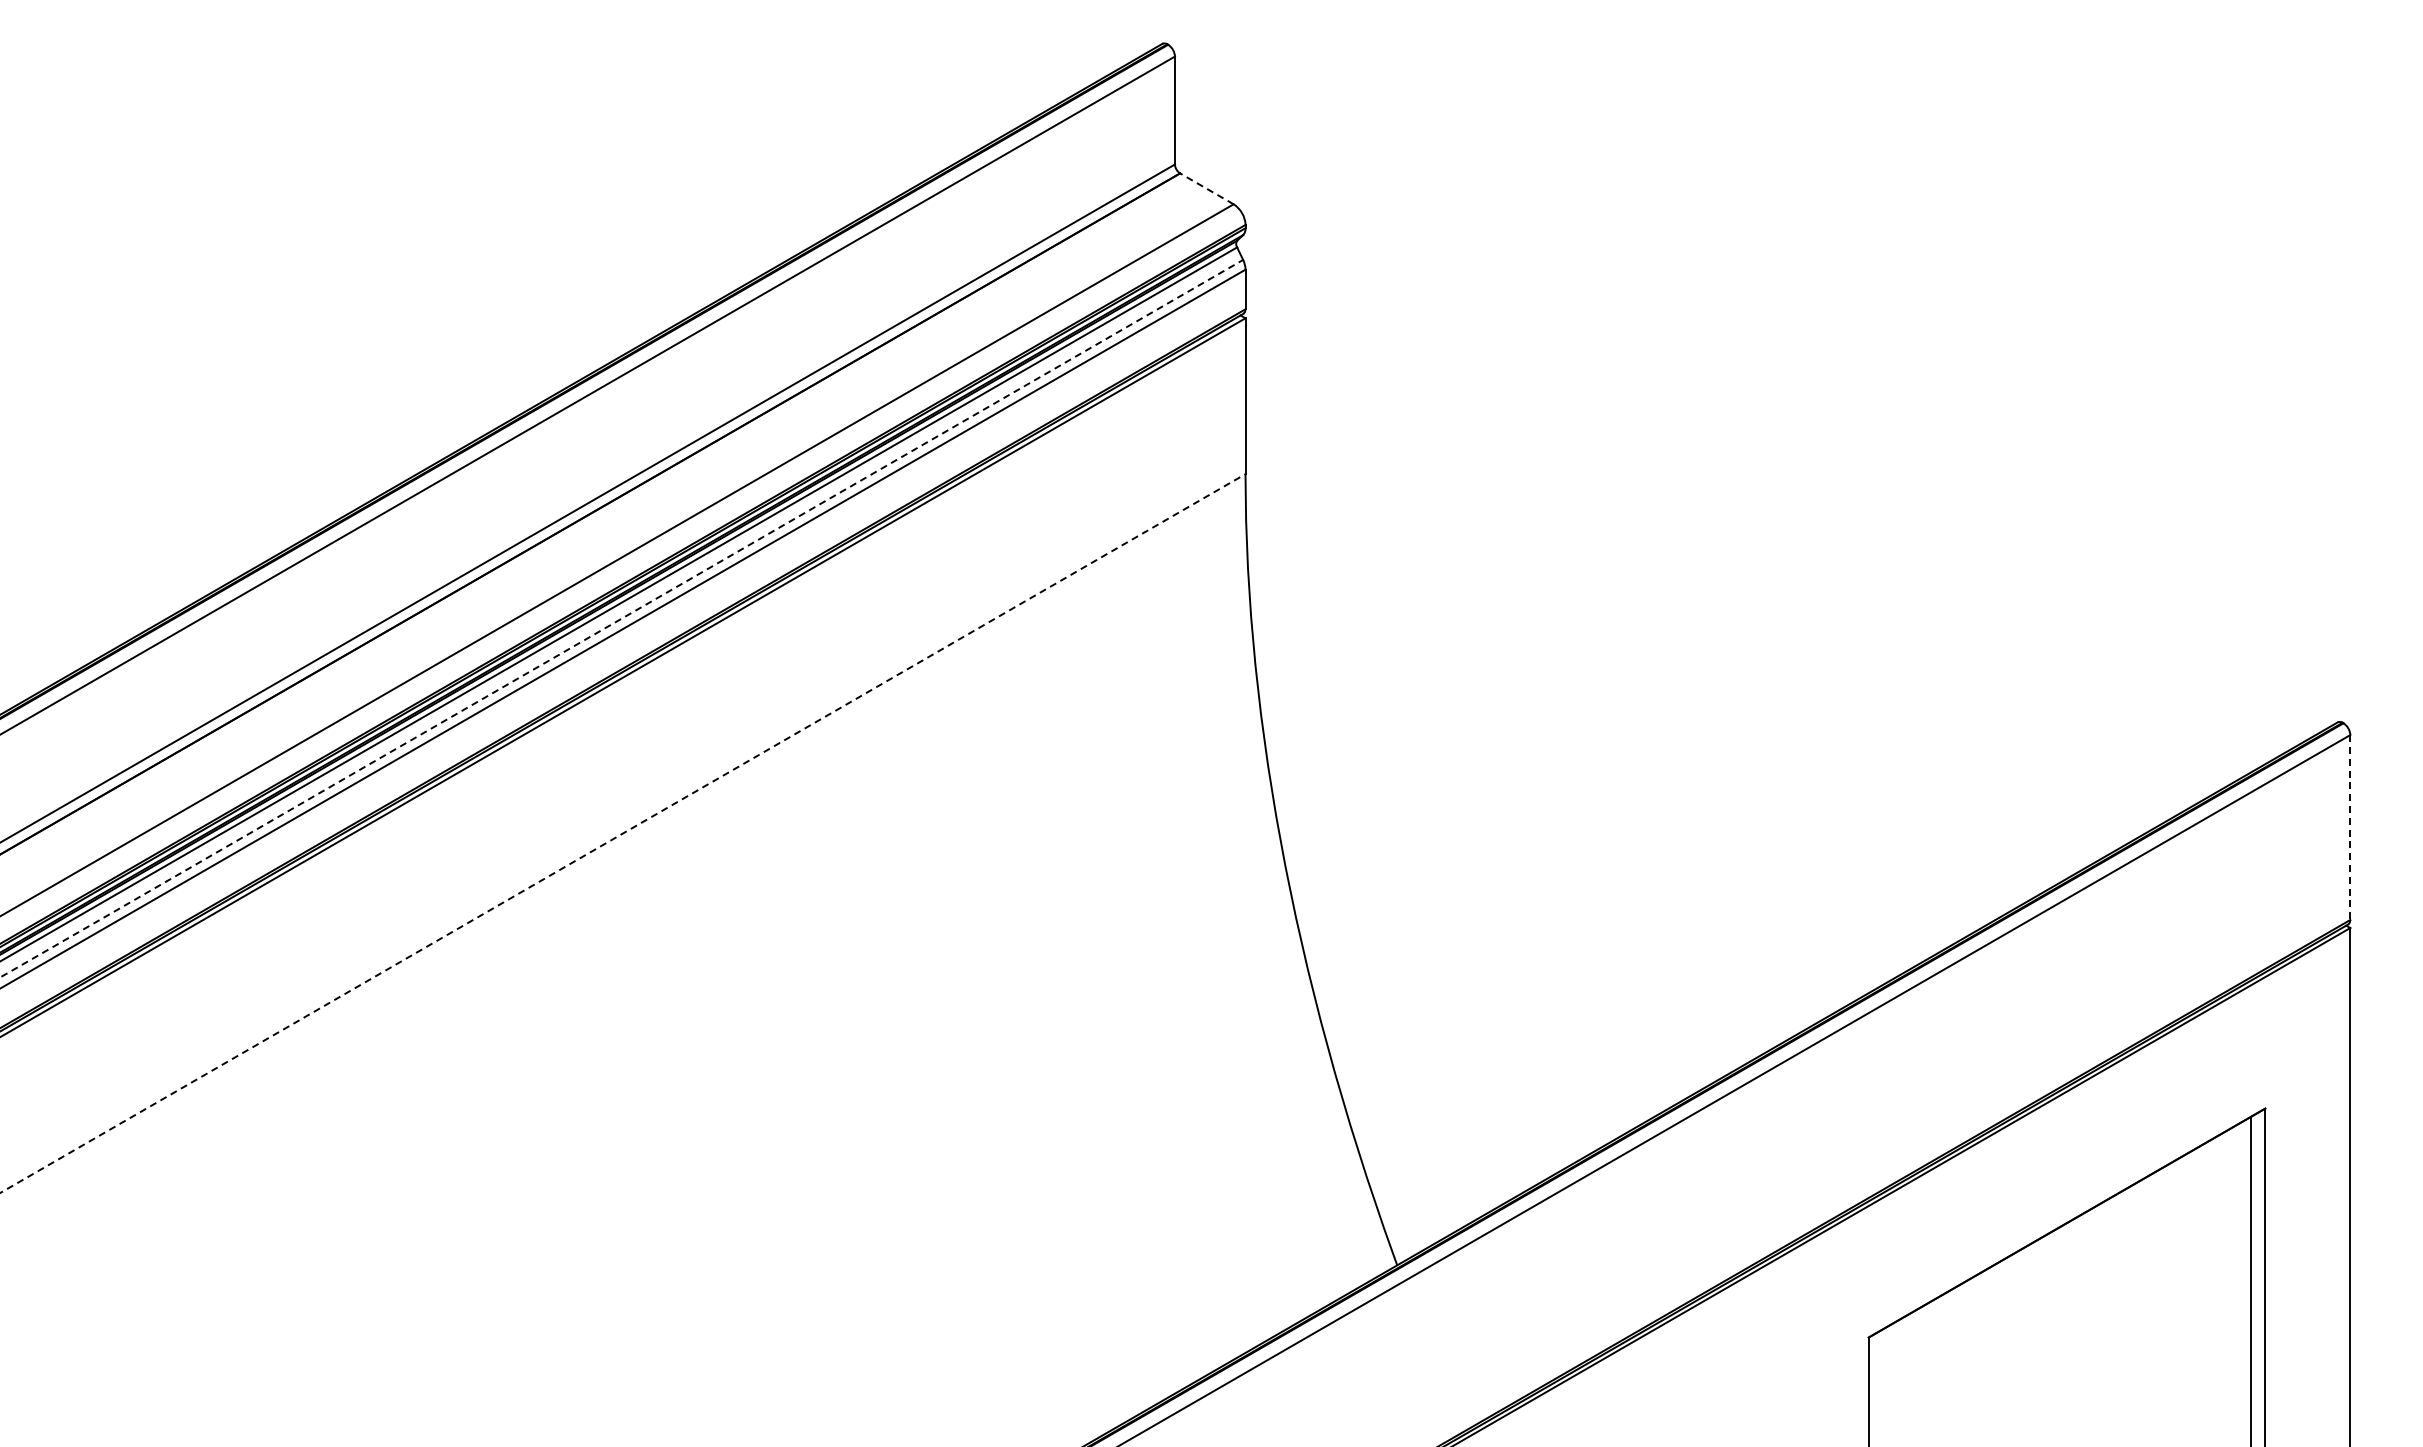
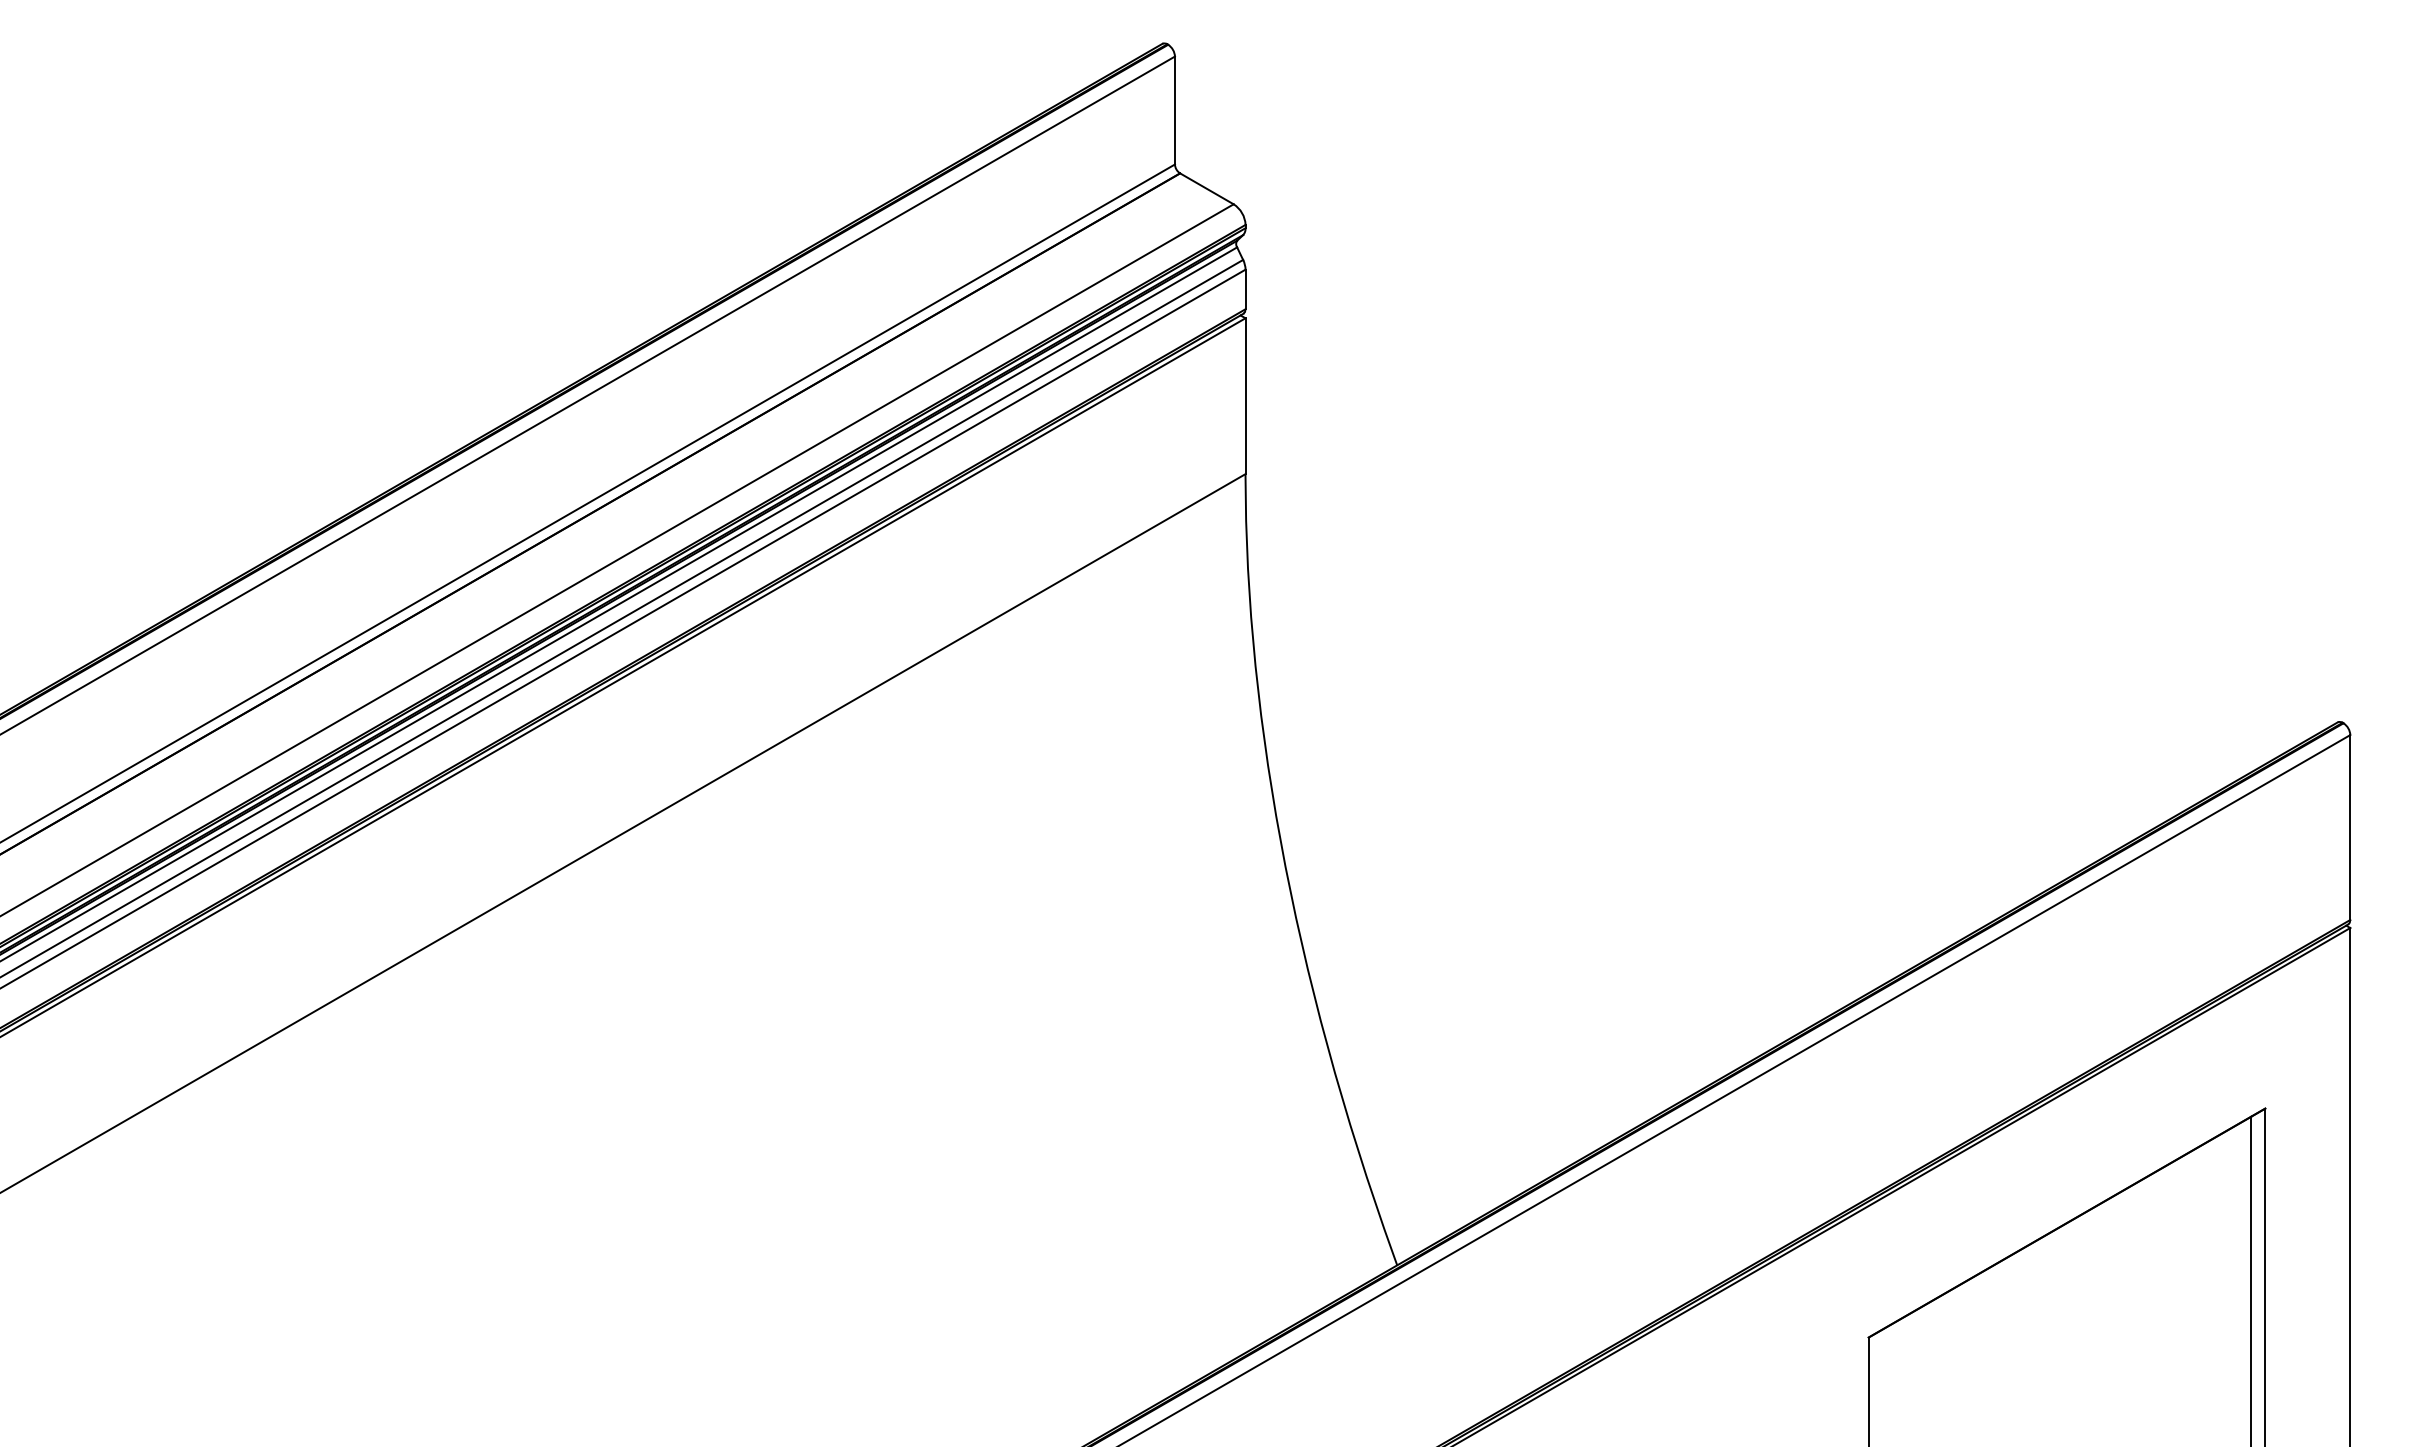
line at (1206, 188): dashed -> solid
line at (622, 618): dashed -> solid
line at (2350, 828): dashed -> solid
line at (622, 833): dashed -> solid
